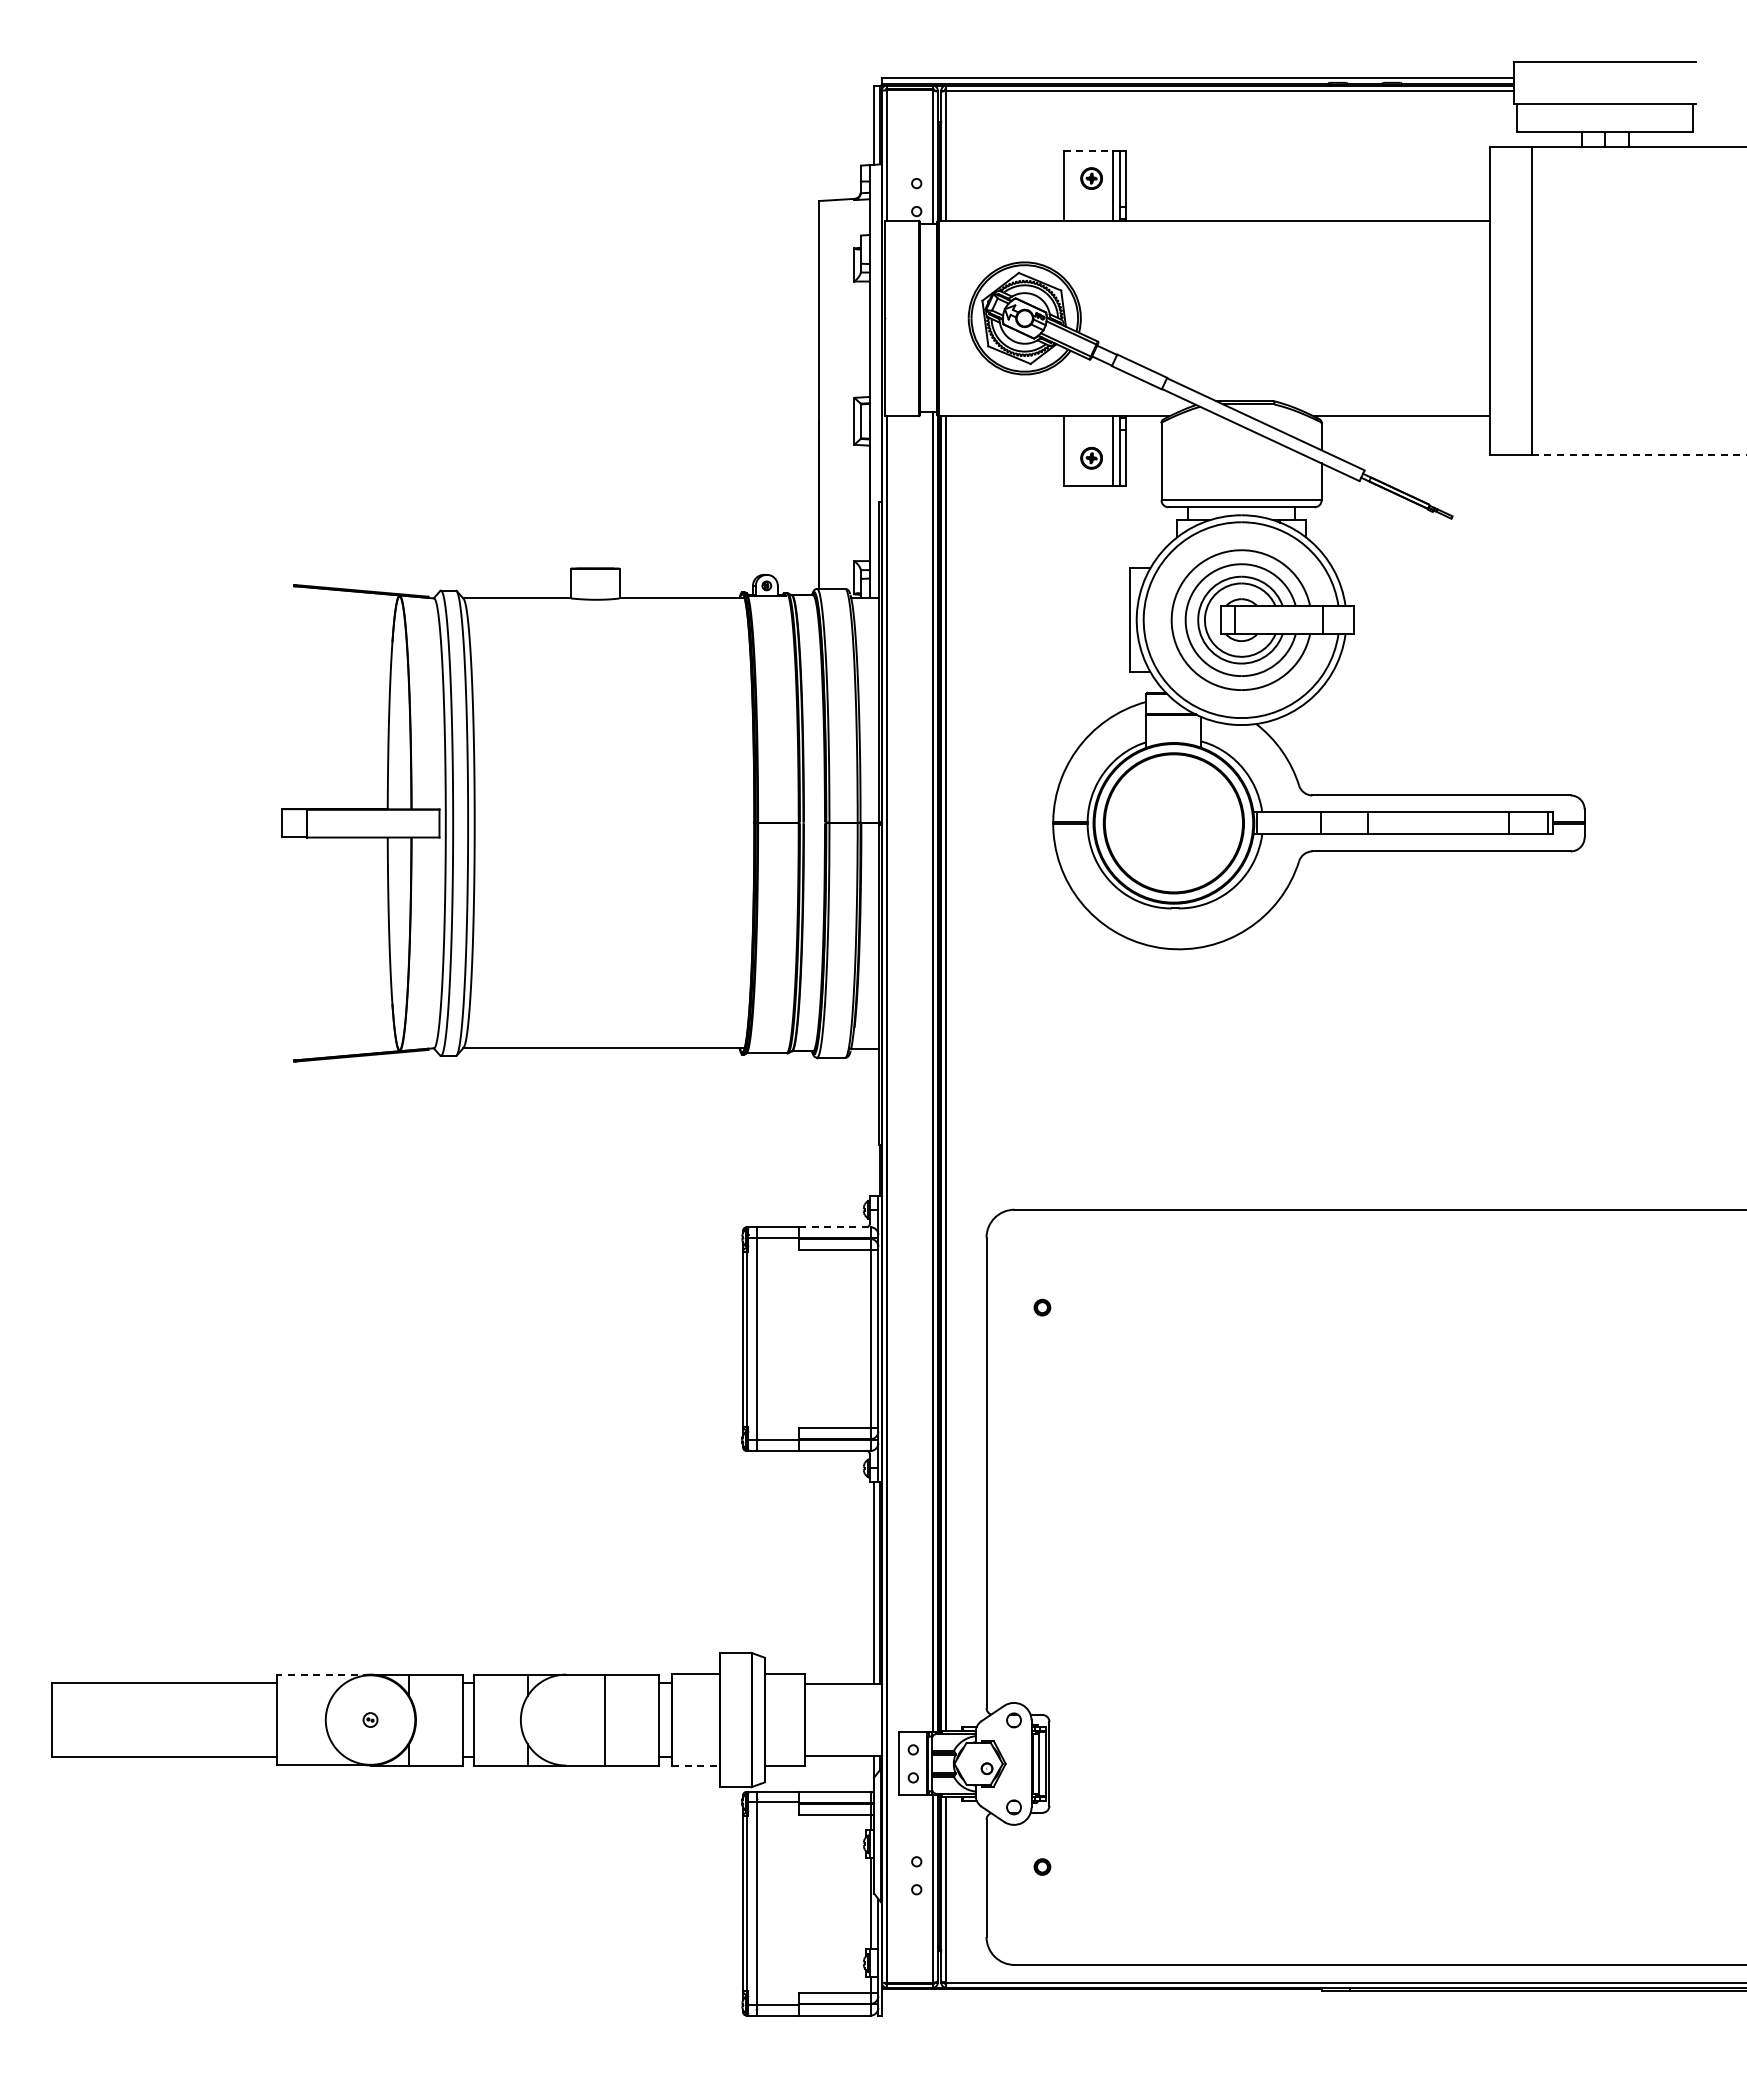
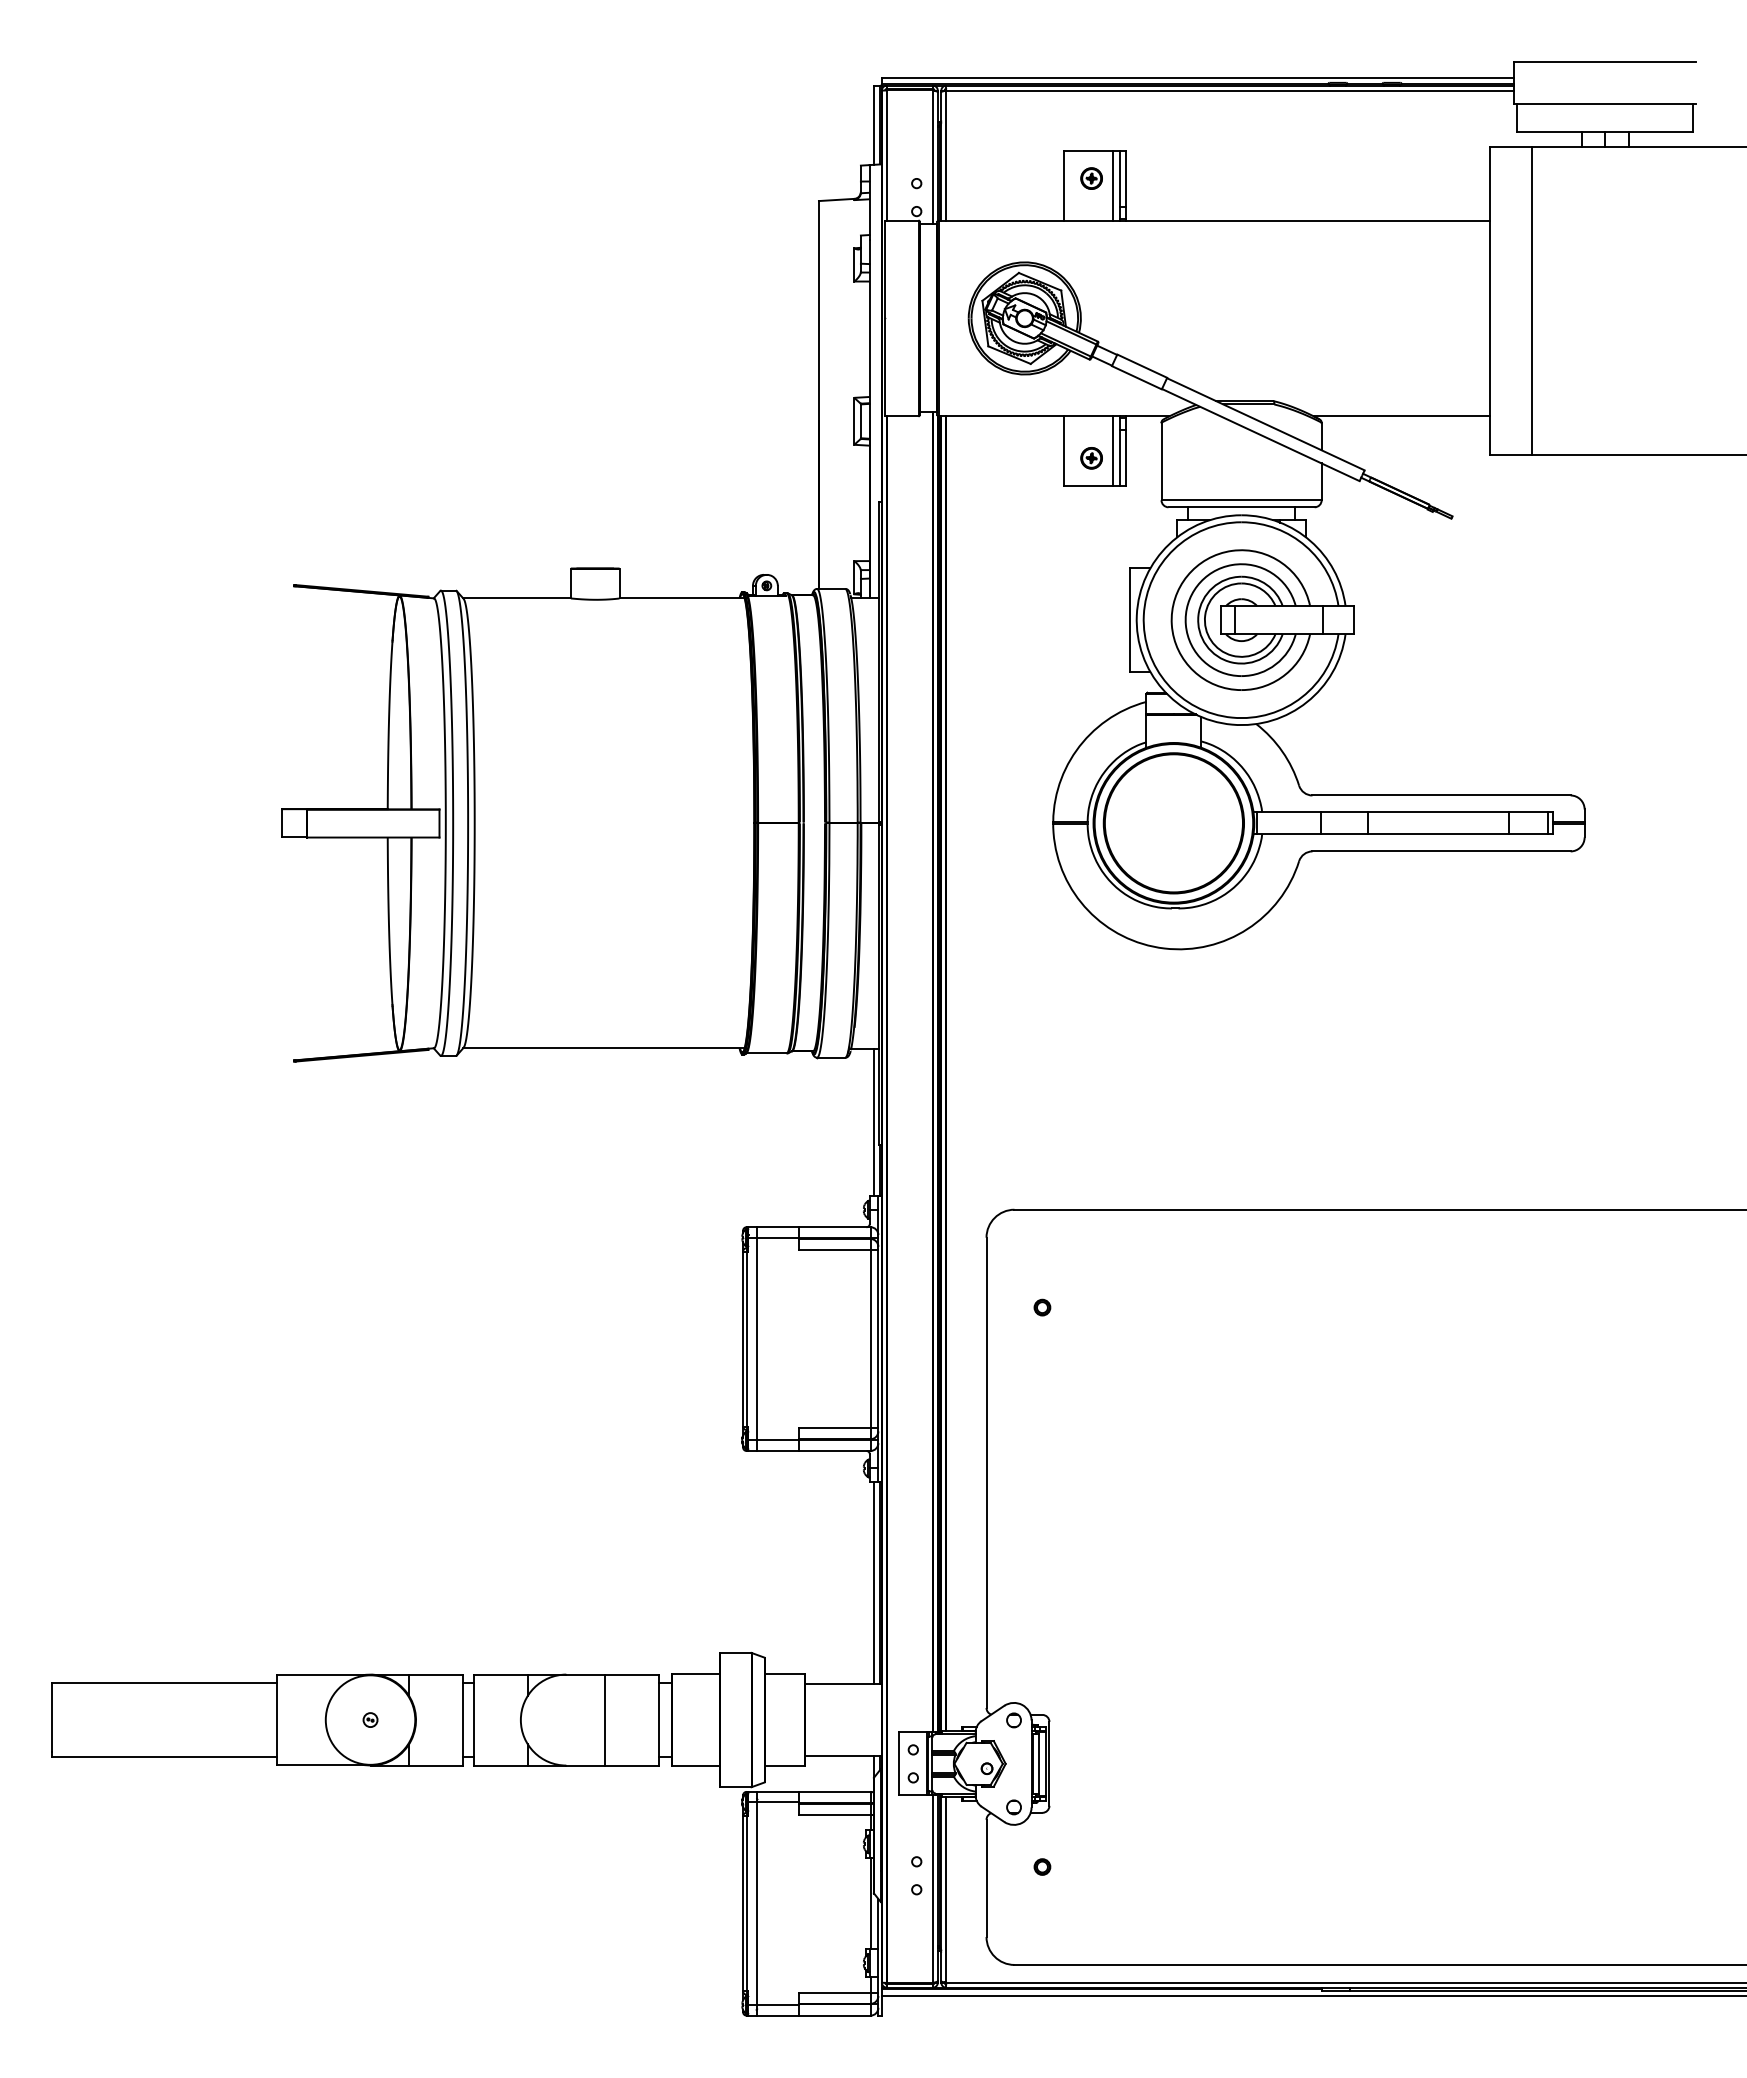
line at (1088, 150): dashed -> solid
line at (1639, 454): dashed -> solid
line at (873, 1122): none -> present
line at (834, 1227): dashed -> solid
line at (323, 1675): dashed -> solid
line at (696, 1766): dashed -> solid
line at (1312, 1995): none -> present
